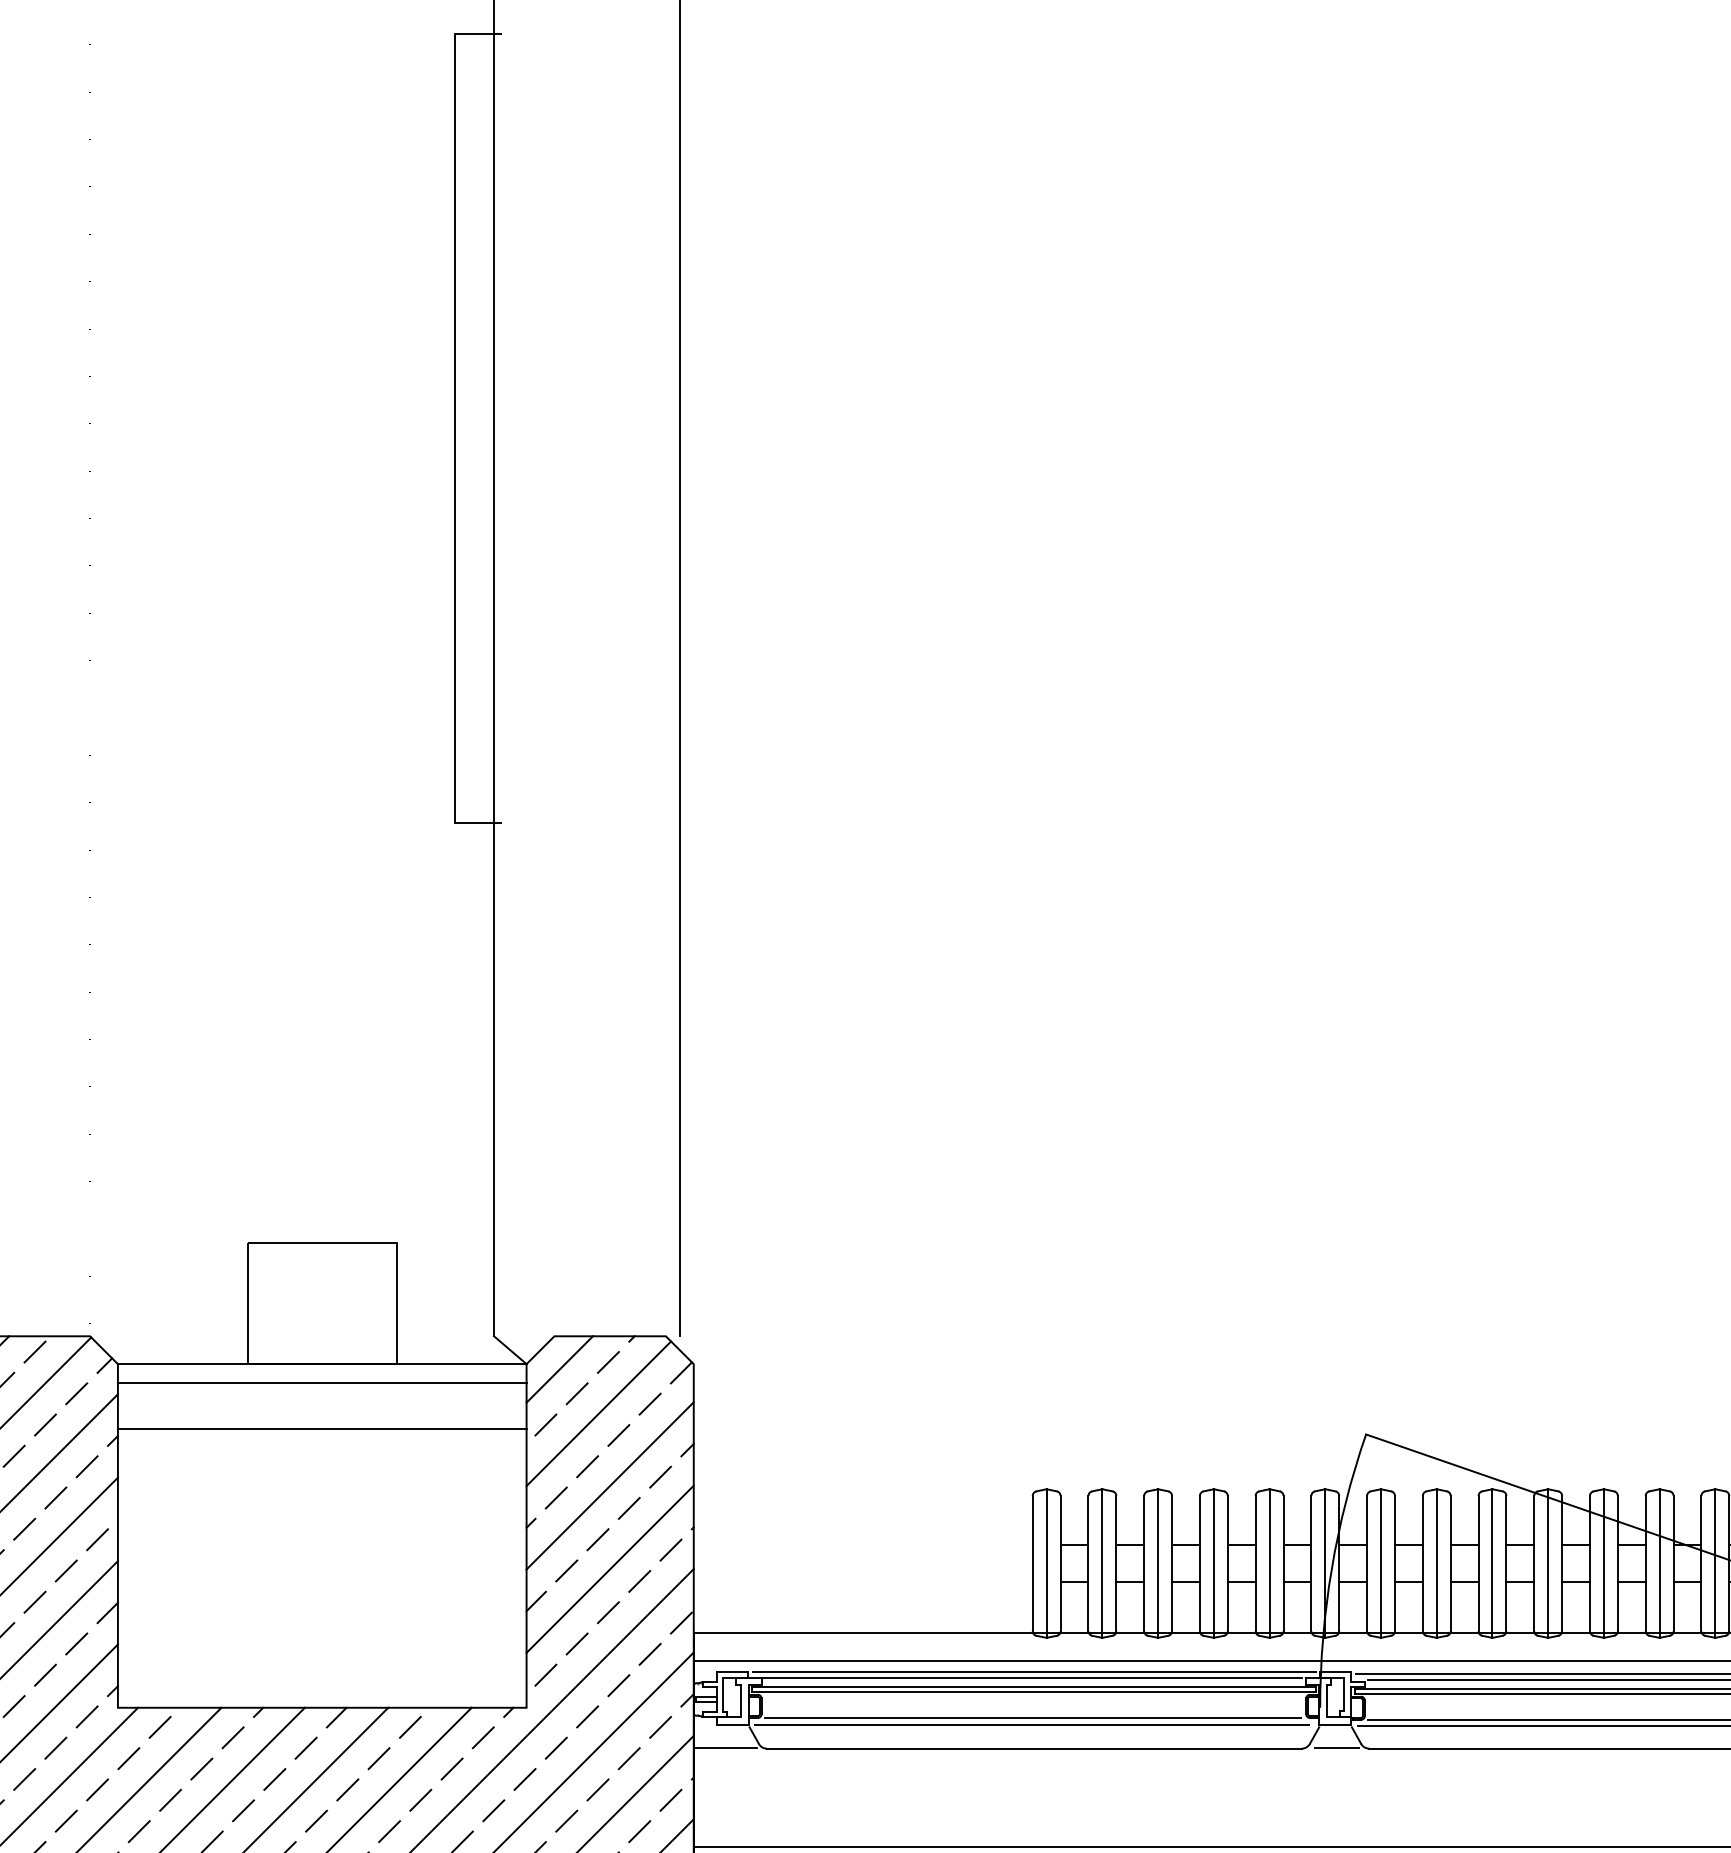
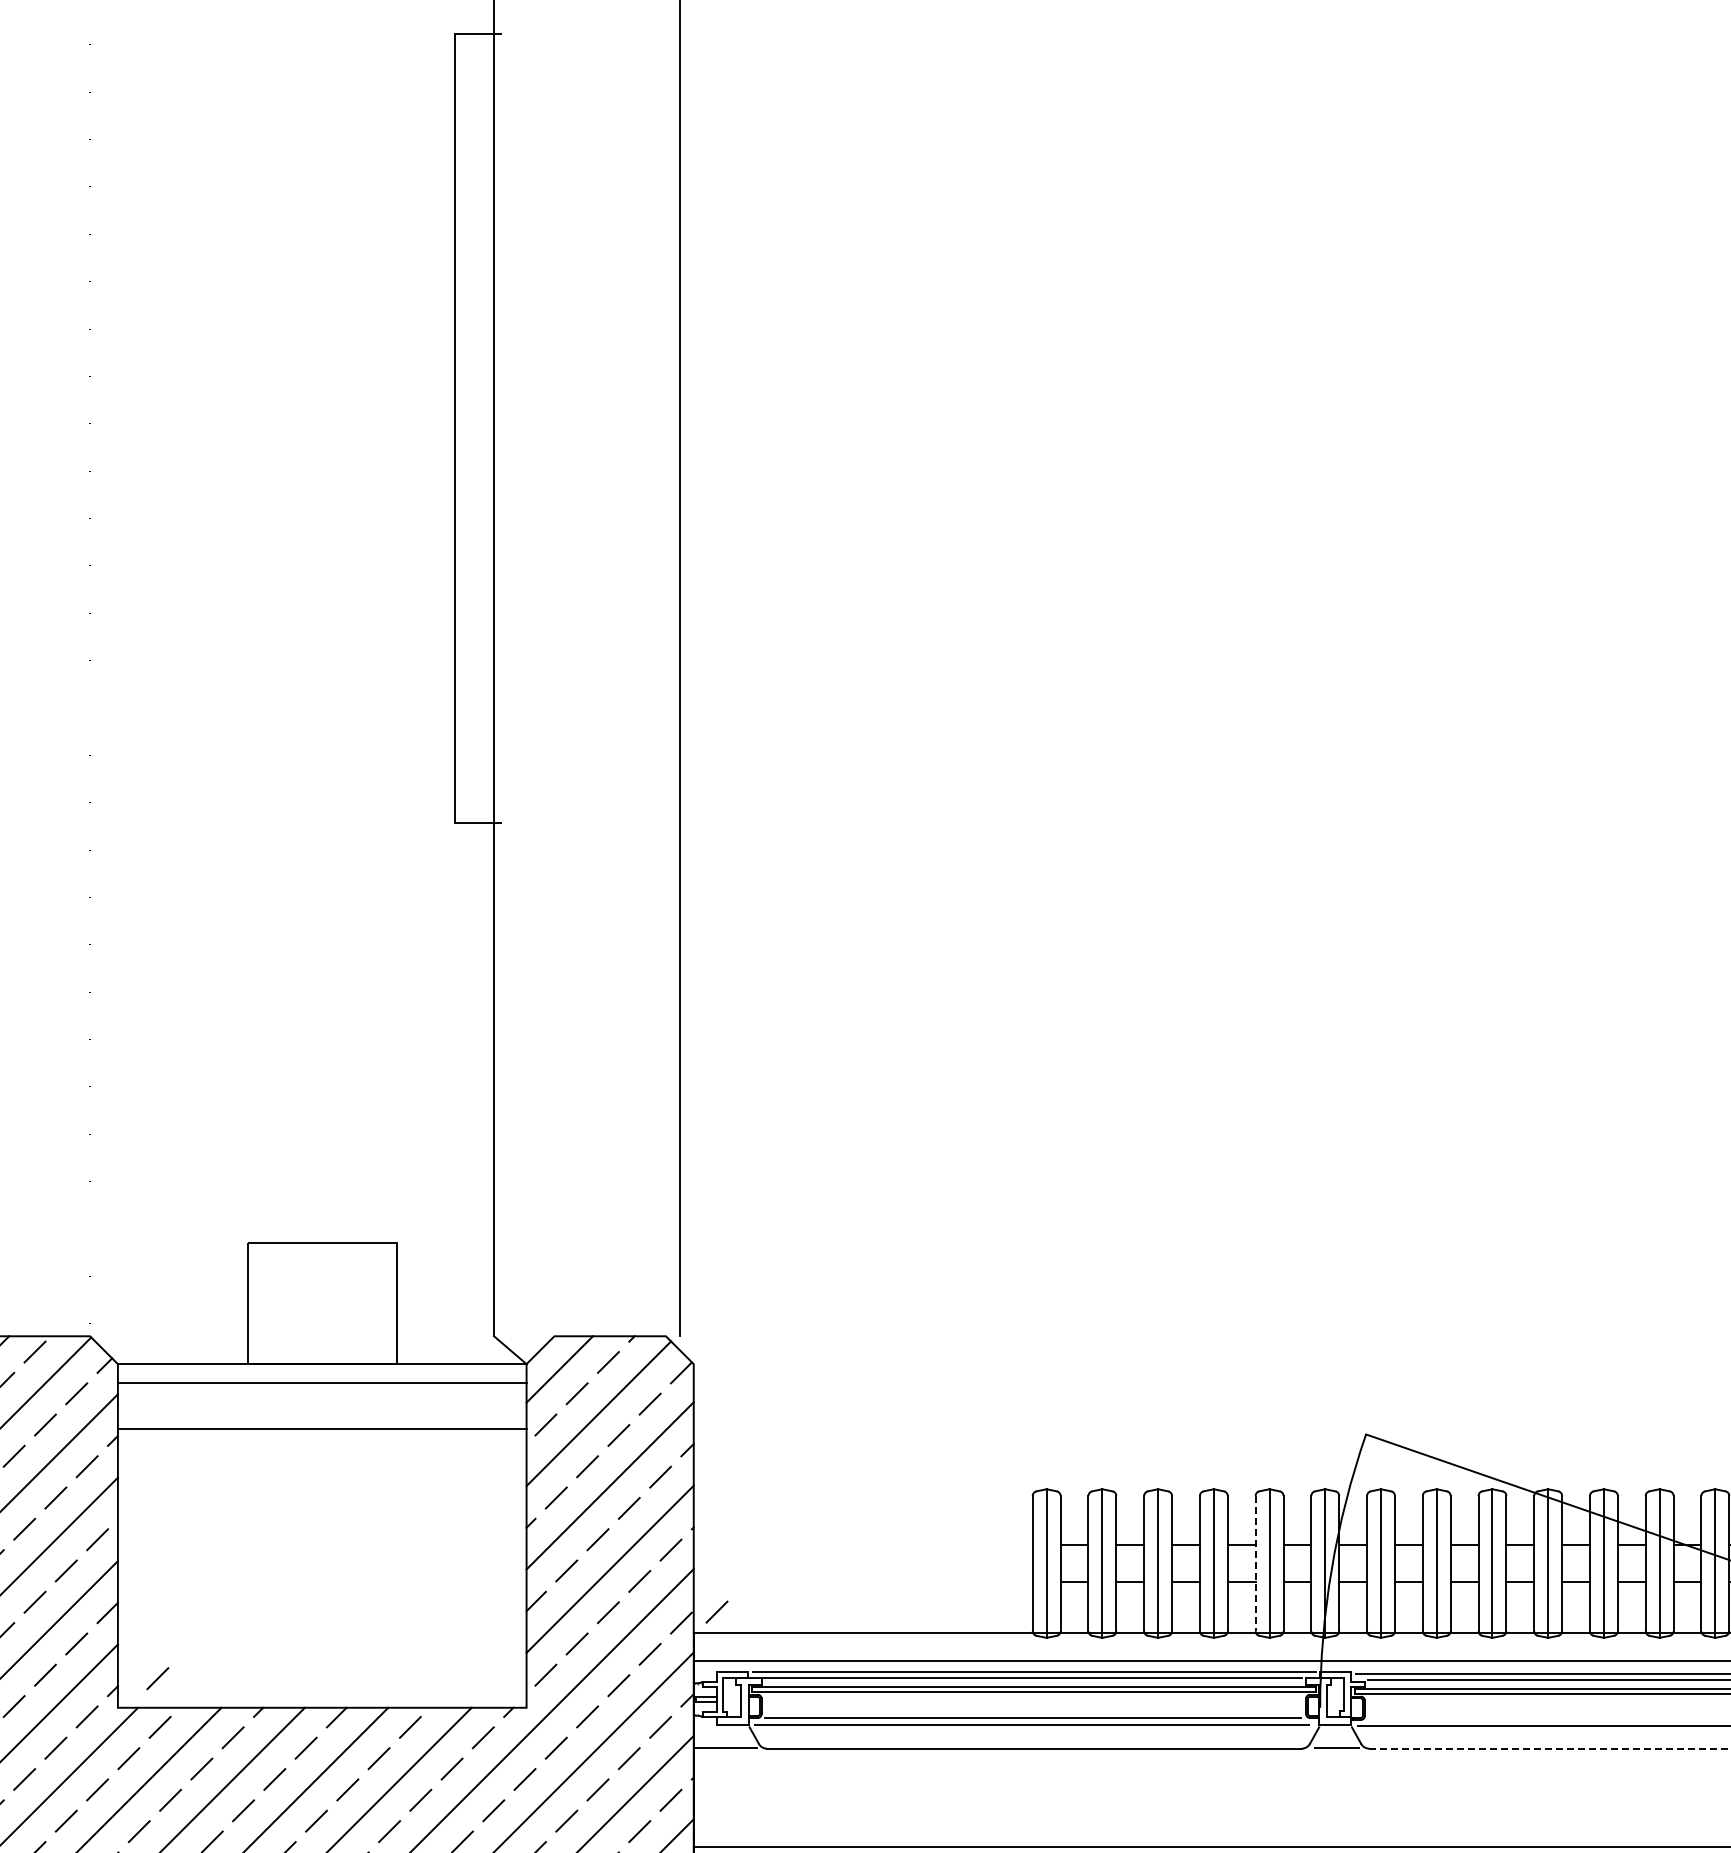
line at (1255, 1563): solid -> dashed
line at (716, 1611): none -> present
line at (157, 1678): none -> present
line at (1547, 1719): present -> none
line at (1550, 1748): solid -> dashed
